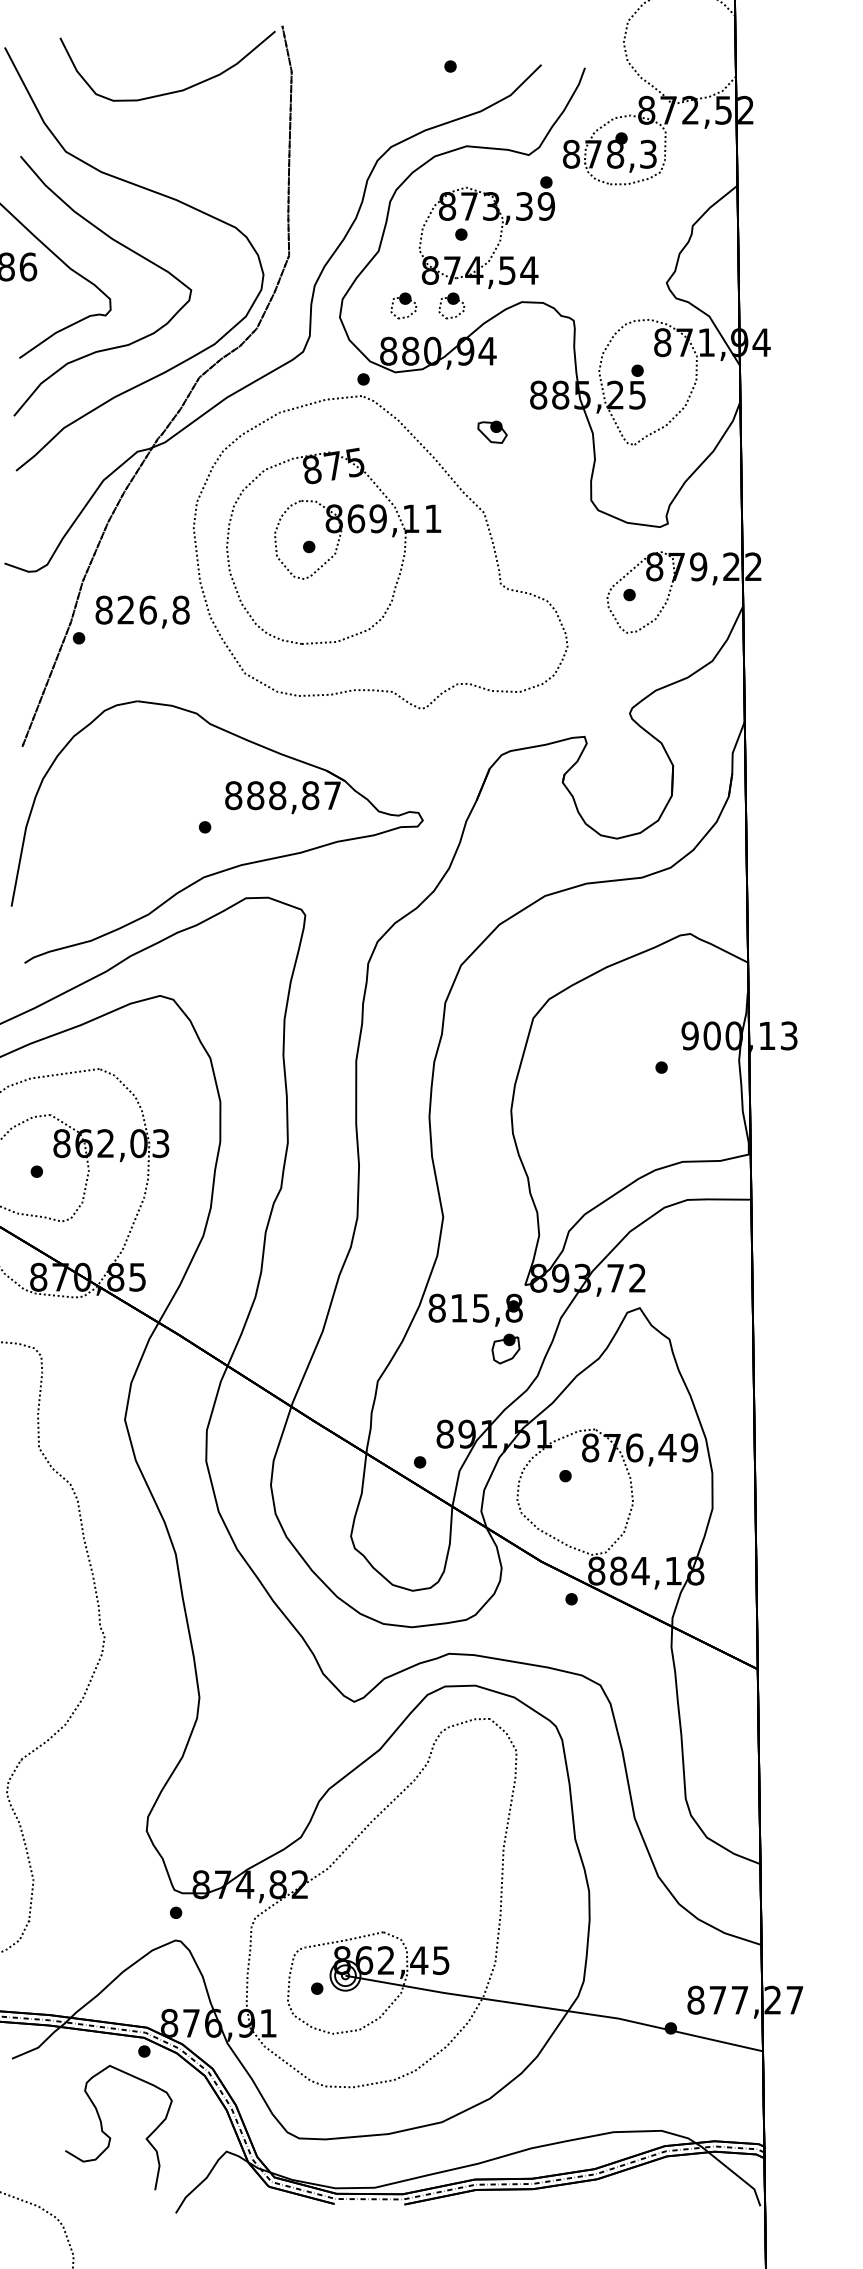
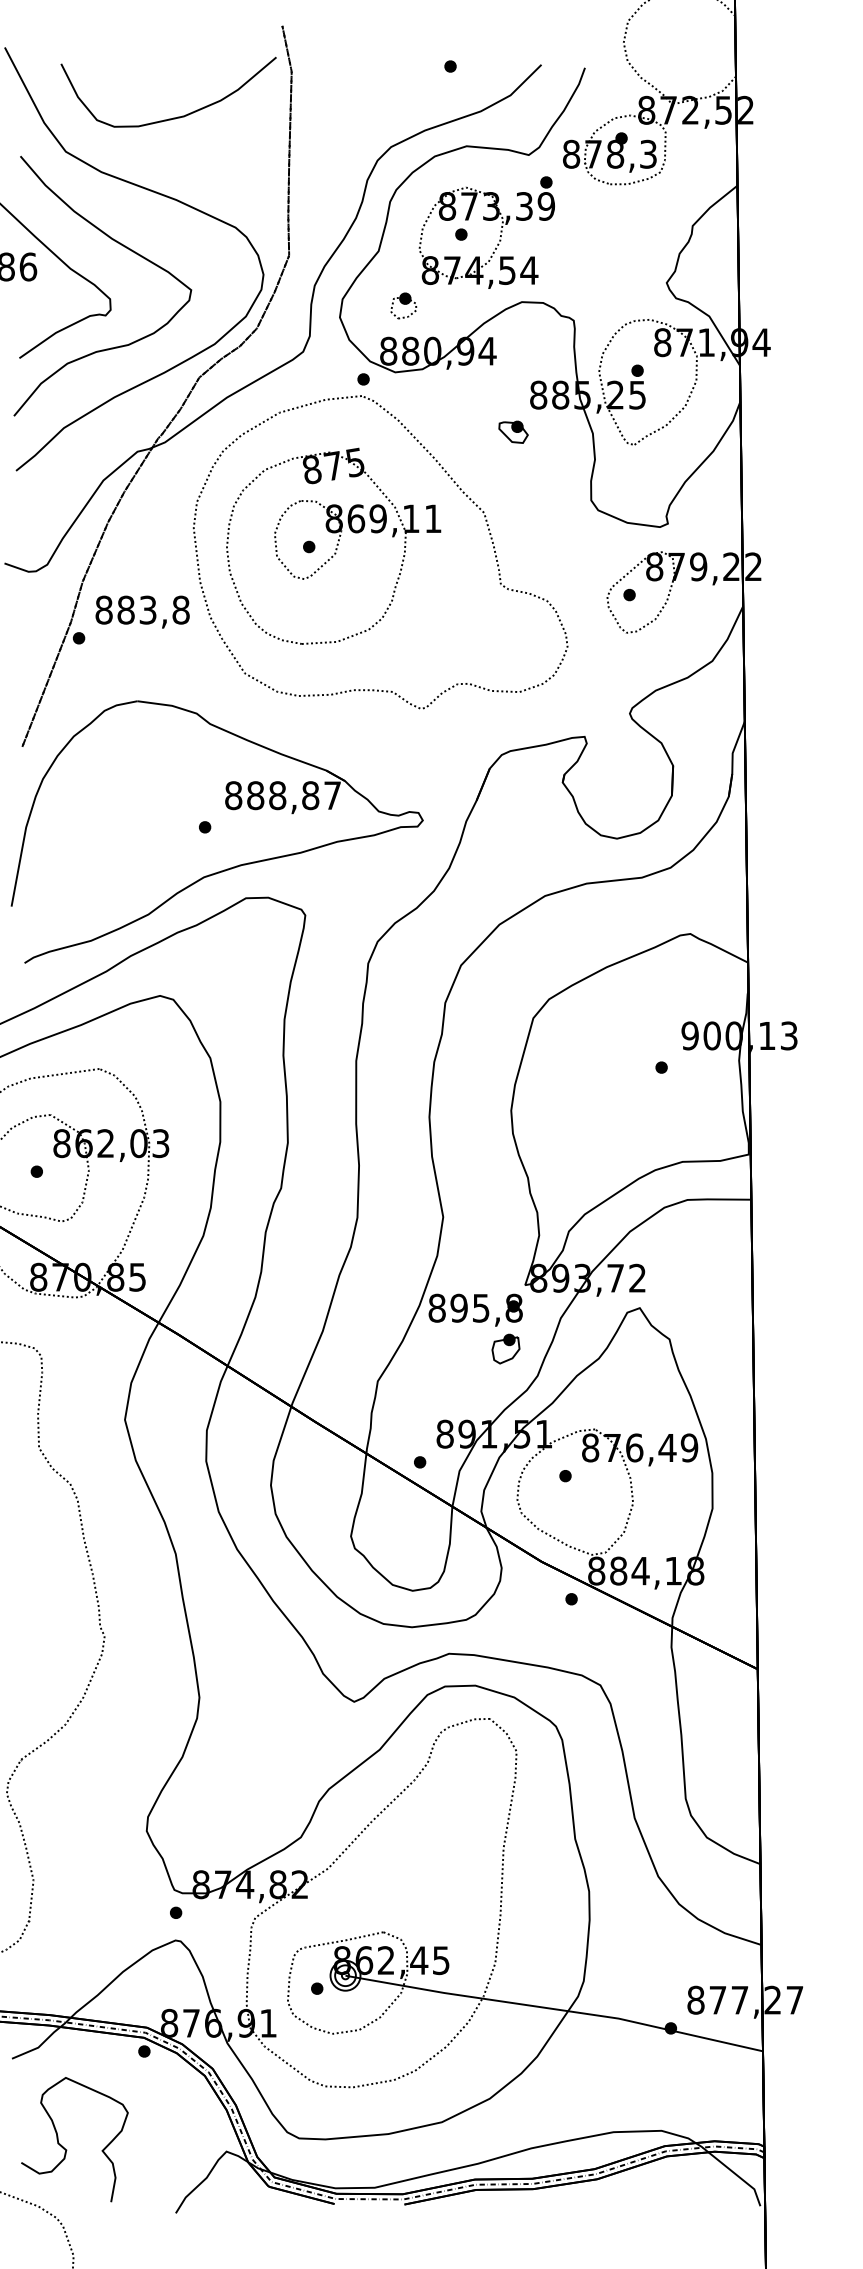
curve at (172, 91) position: (172, 91) -> (173, 117)
part at (451, 305): present -> none
part at (492, 431) position: (492, 431) -> (513, 431)
text at (136, 609): 826,8 -> 883,8
text at (458, 1307): 815,8 -> 895,8
curve at (109, 2136) position: (109, 2136) -> (65, 2148)
